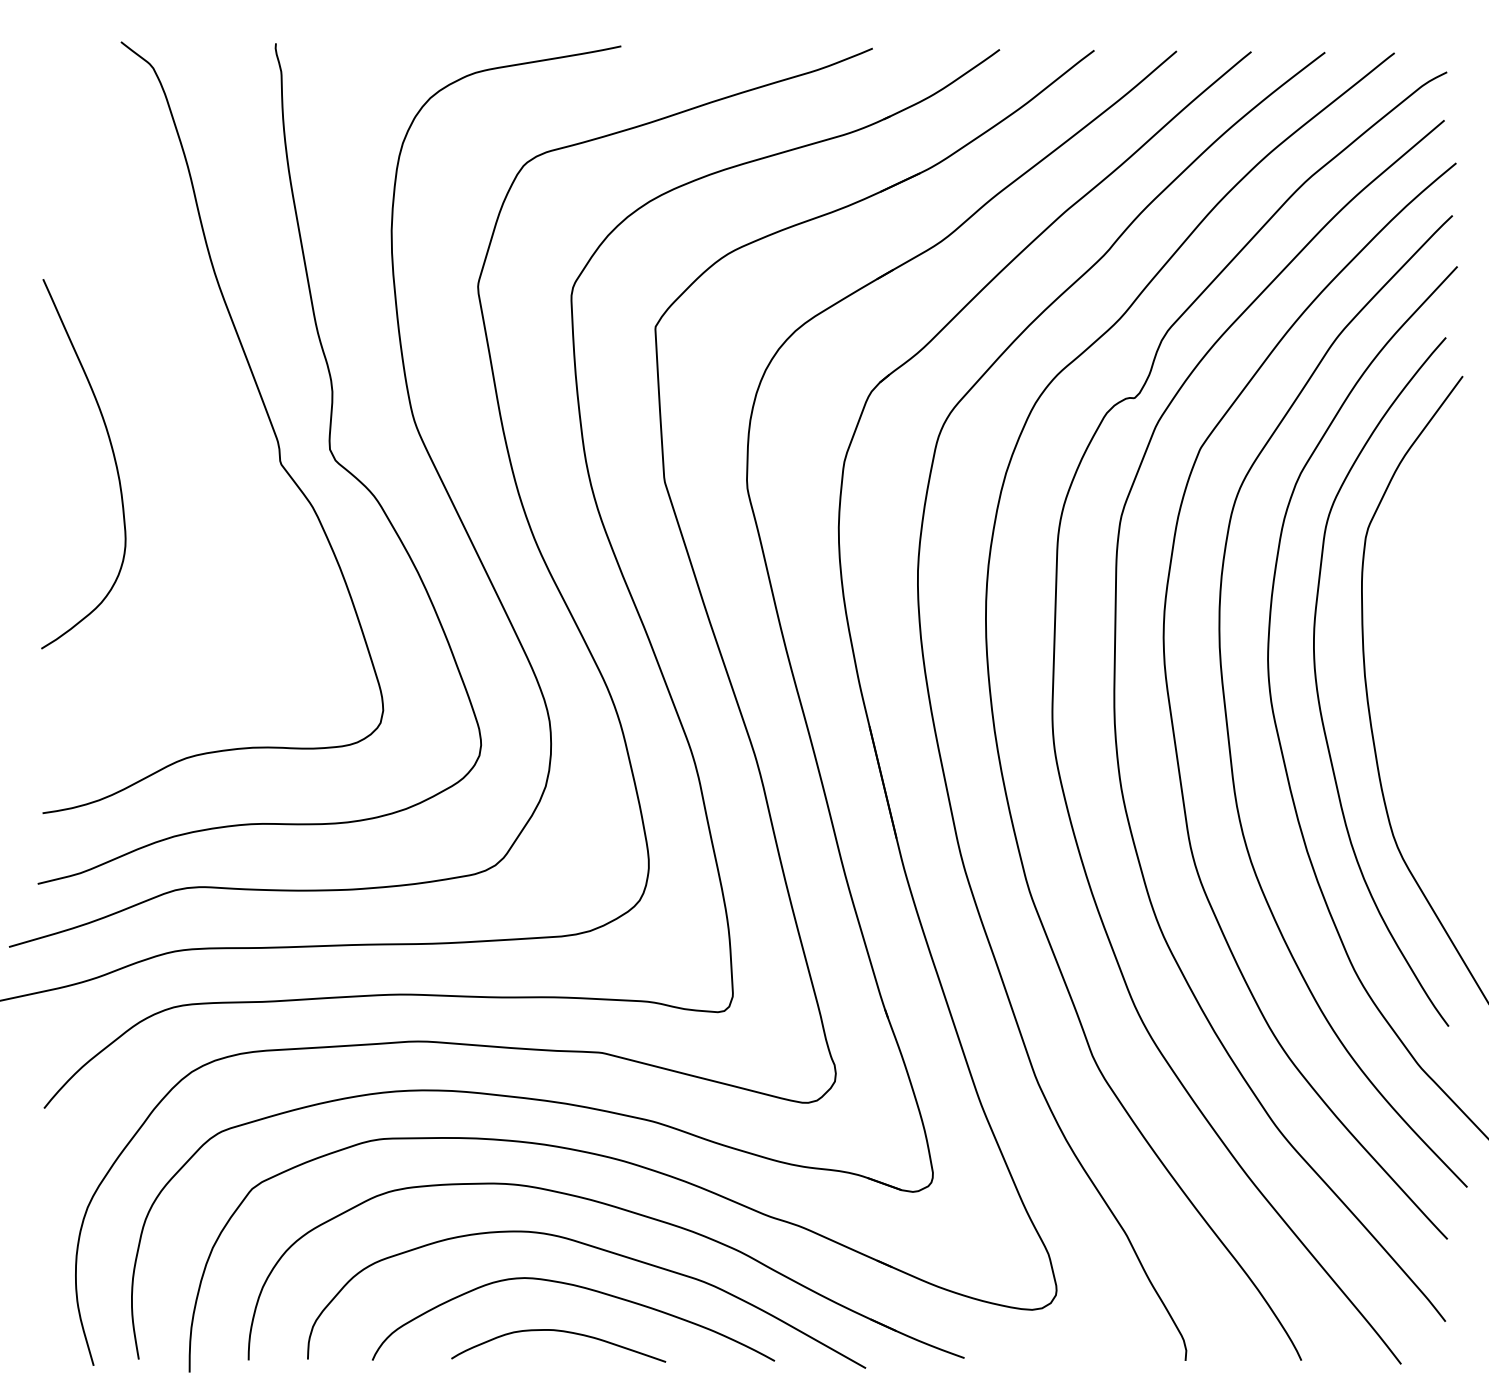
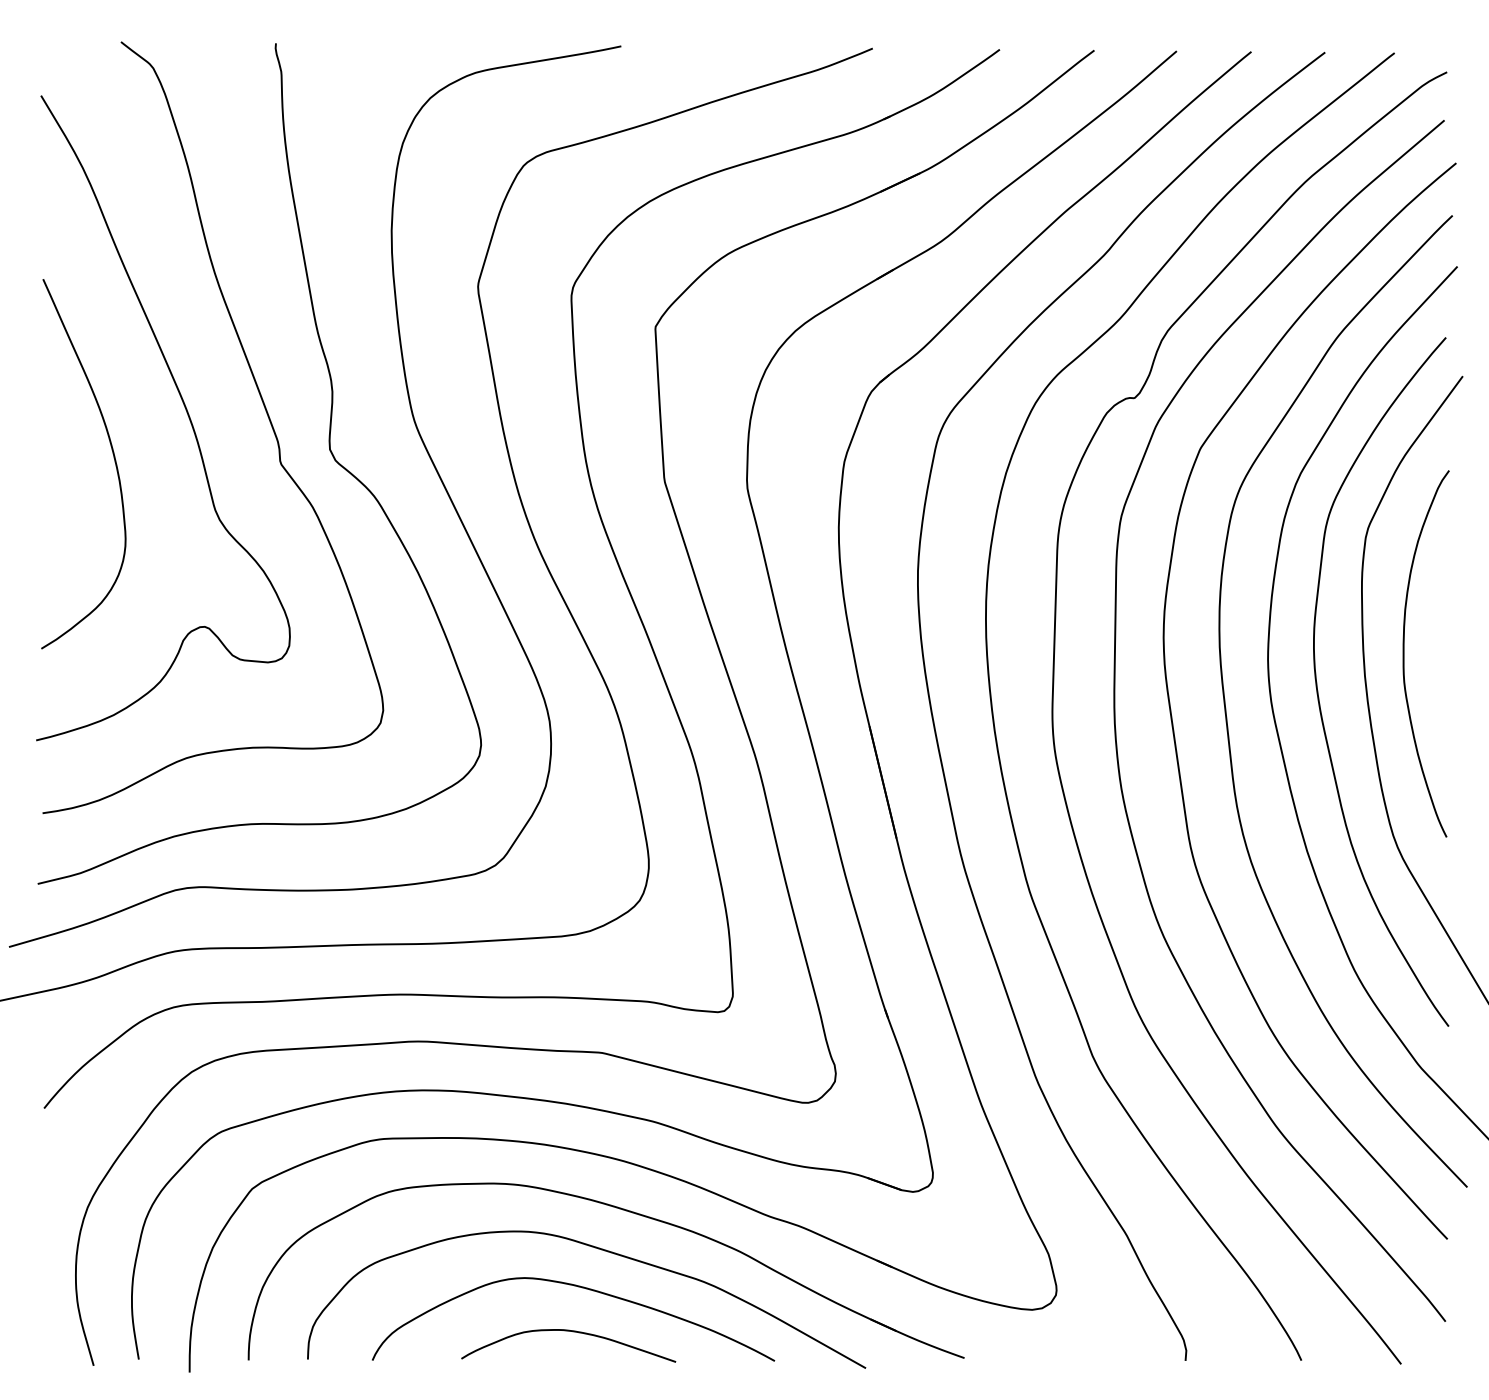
curve at (185, 410): none -> present
curve at (1404, 653): none -> present
curve at (562, 1332) position: (562, 1332) -> (572, 1332)
